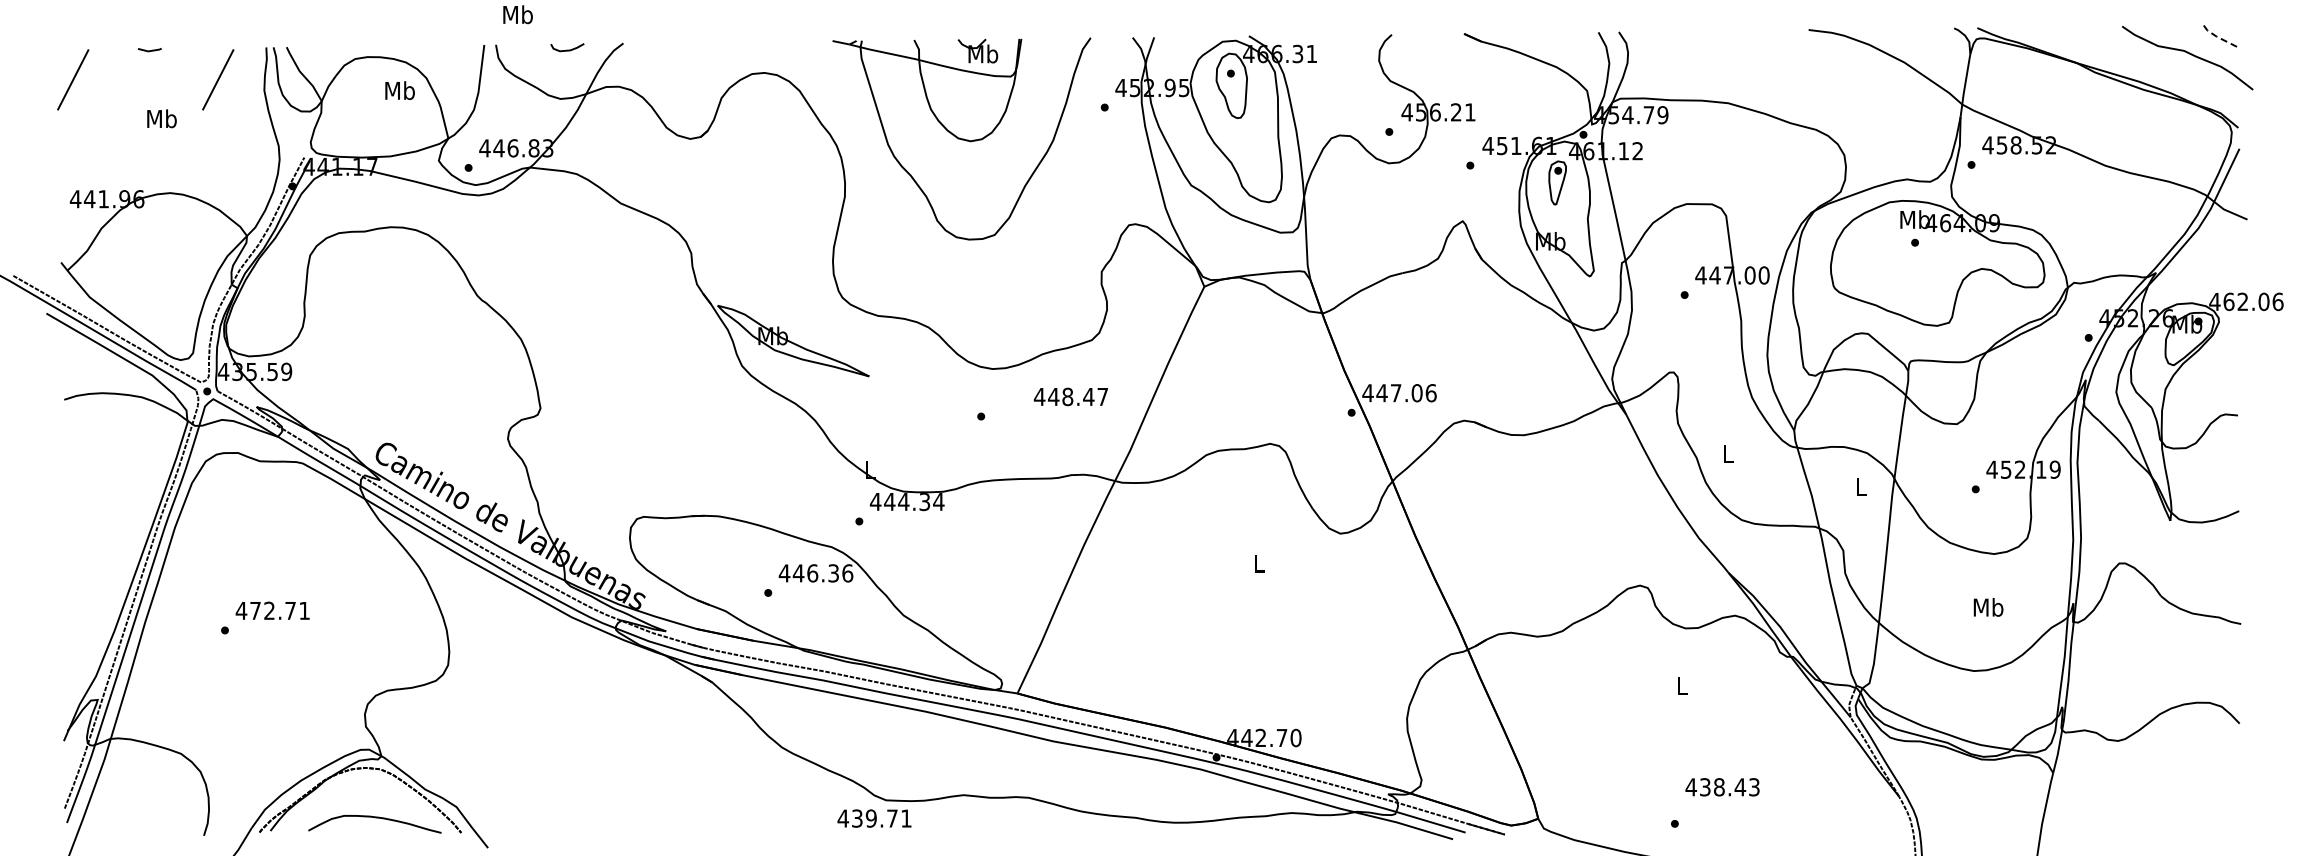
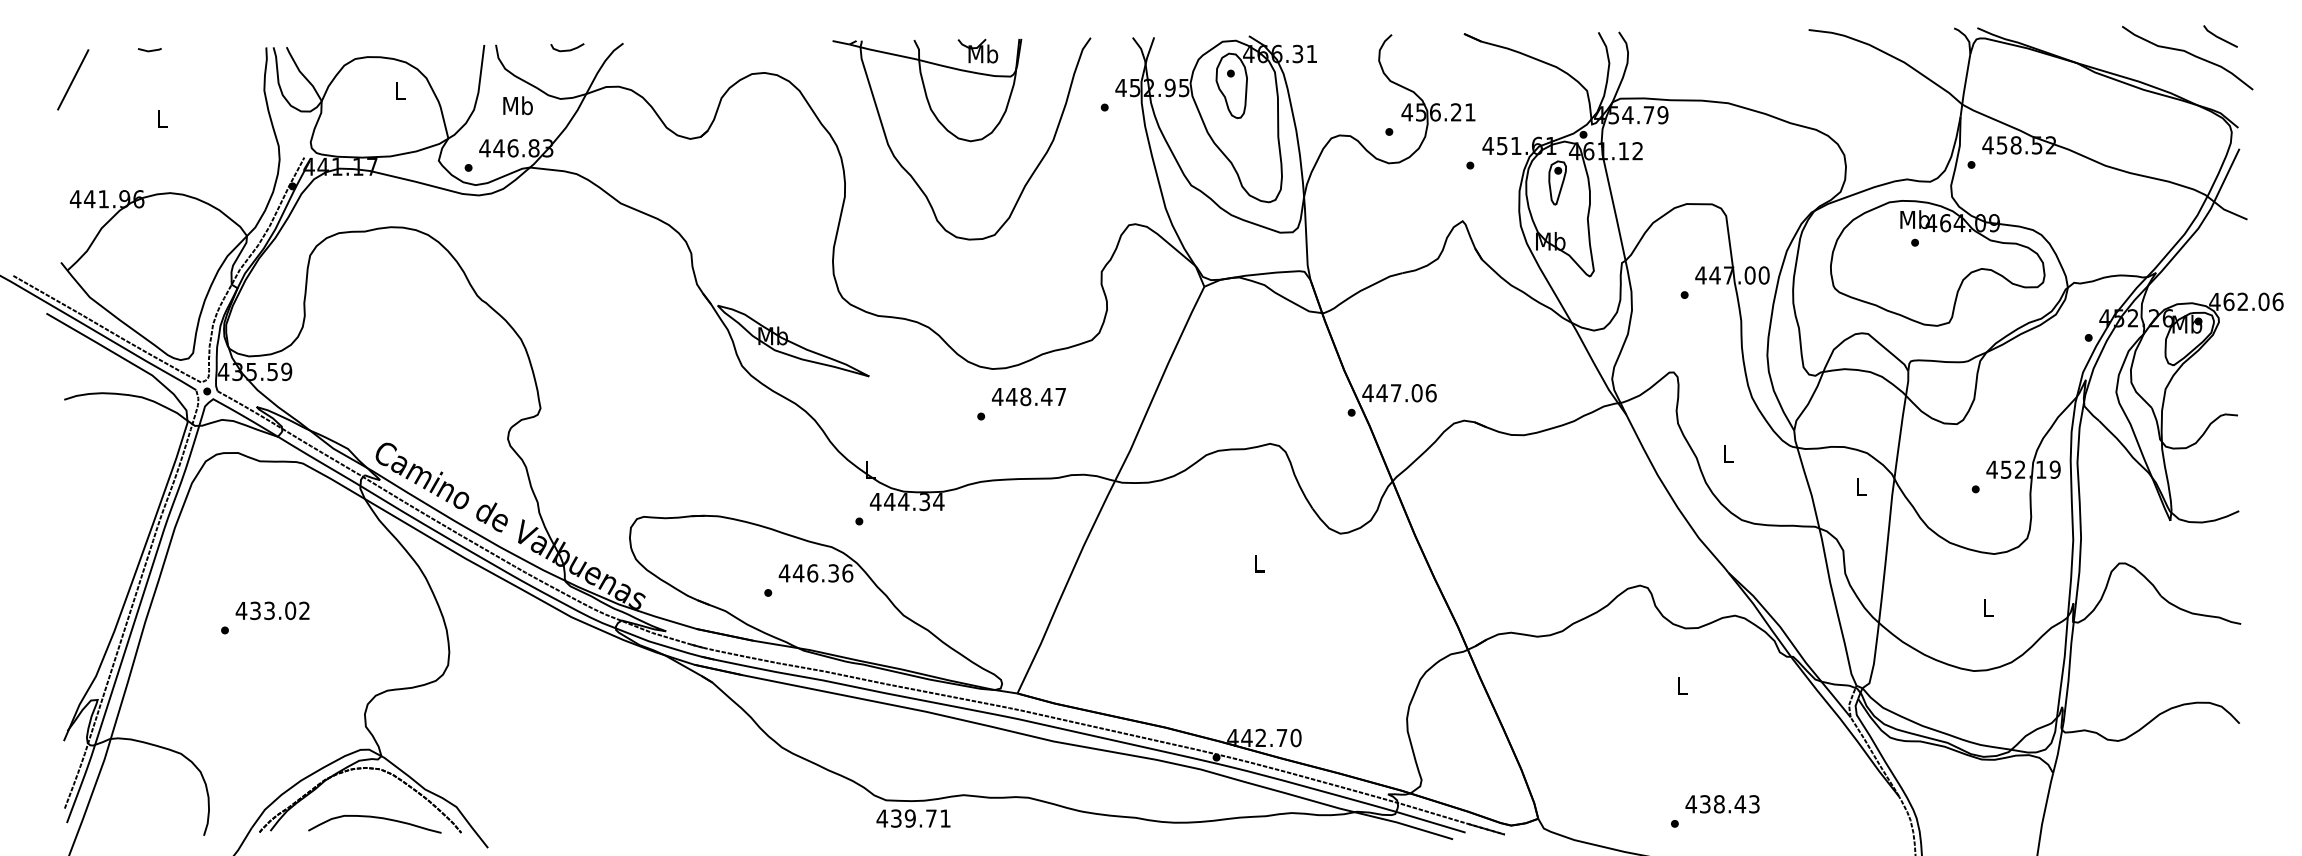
text at (517, 14) position: (517, 14) -> (517, 105)
line at (2218, 37): dashed -> solid
line at (218, 79): present -> none
text at (399, 90): Mb -> L
text at (161, 118): Mb -> L
text at (1070, 396) position: (1070, 396) -> (1028, 396)
text at (1988, 607): Mb -> L
text at (279, 610): 472.71 -> 433.02
text at (1722, 787) position: (1722, 787) -> (1722, 804)
text at (874, 818) position: (874, 818) -> (913, 818)
